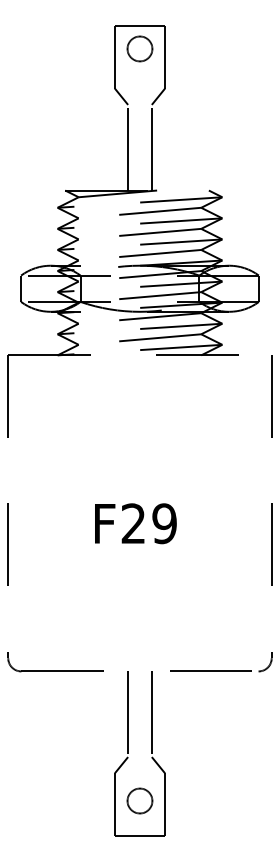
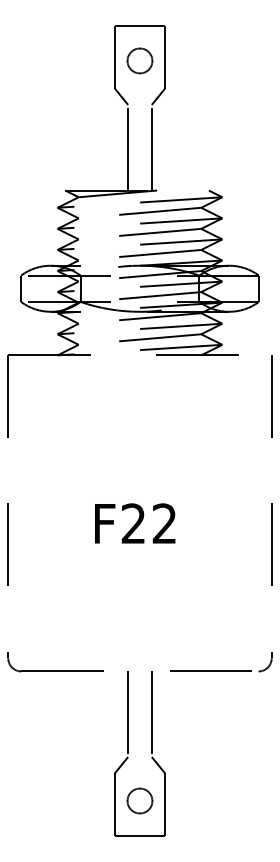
circle at (139, 48) position: (139, 48) -> (139, 60)
text at (164, 523): F29 -> F22
